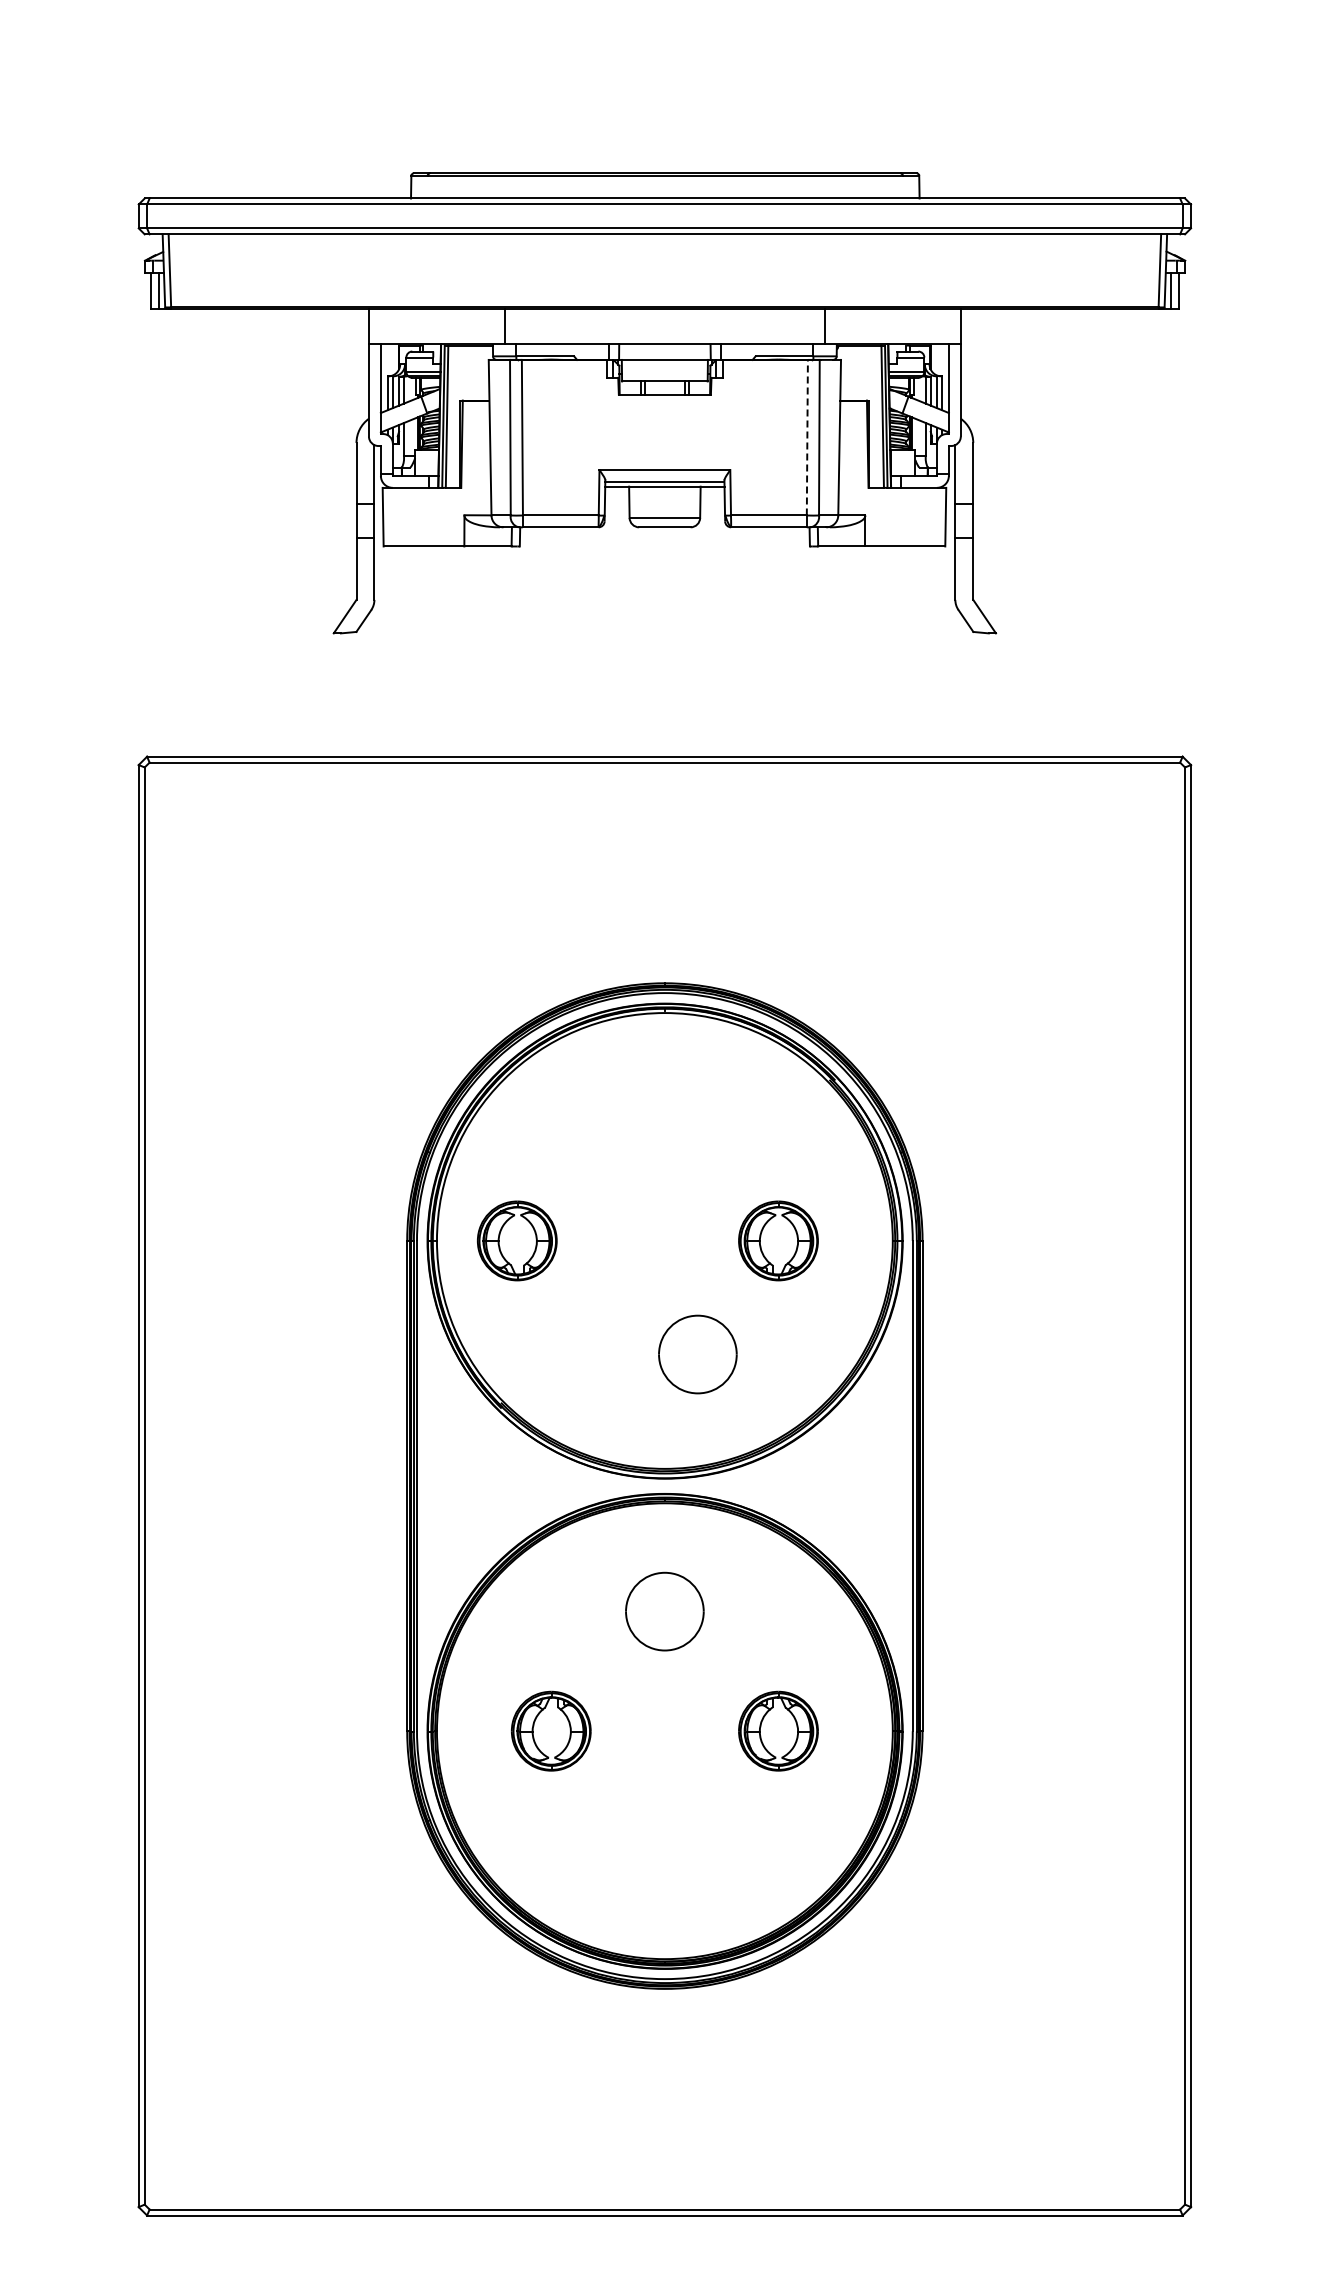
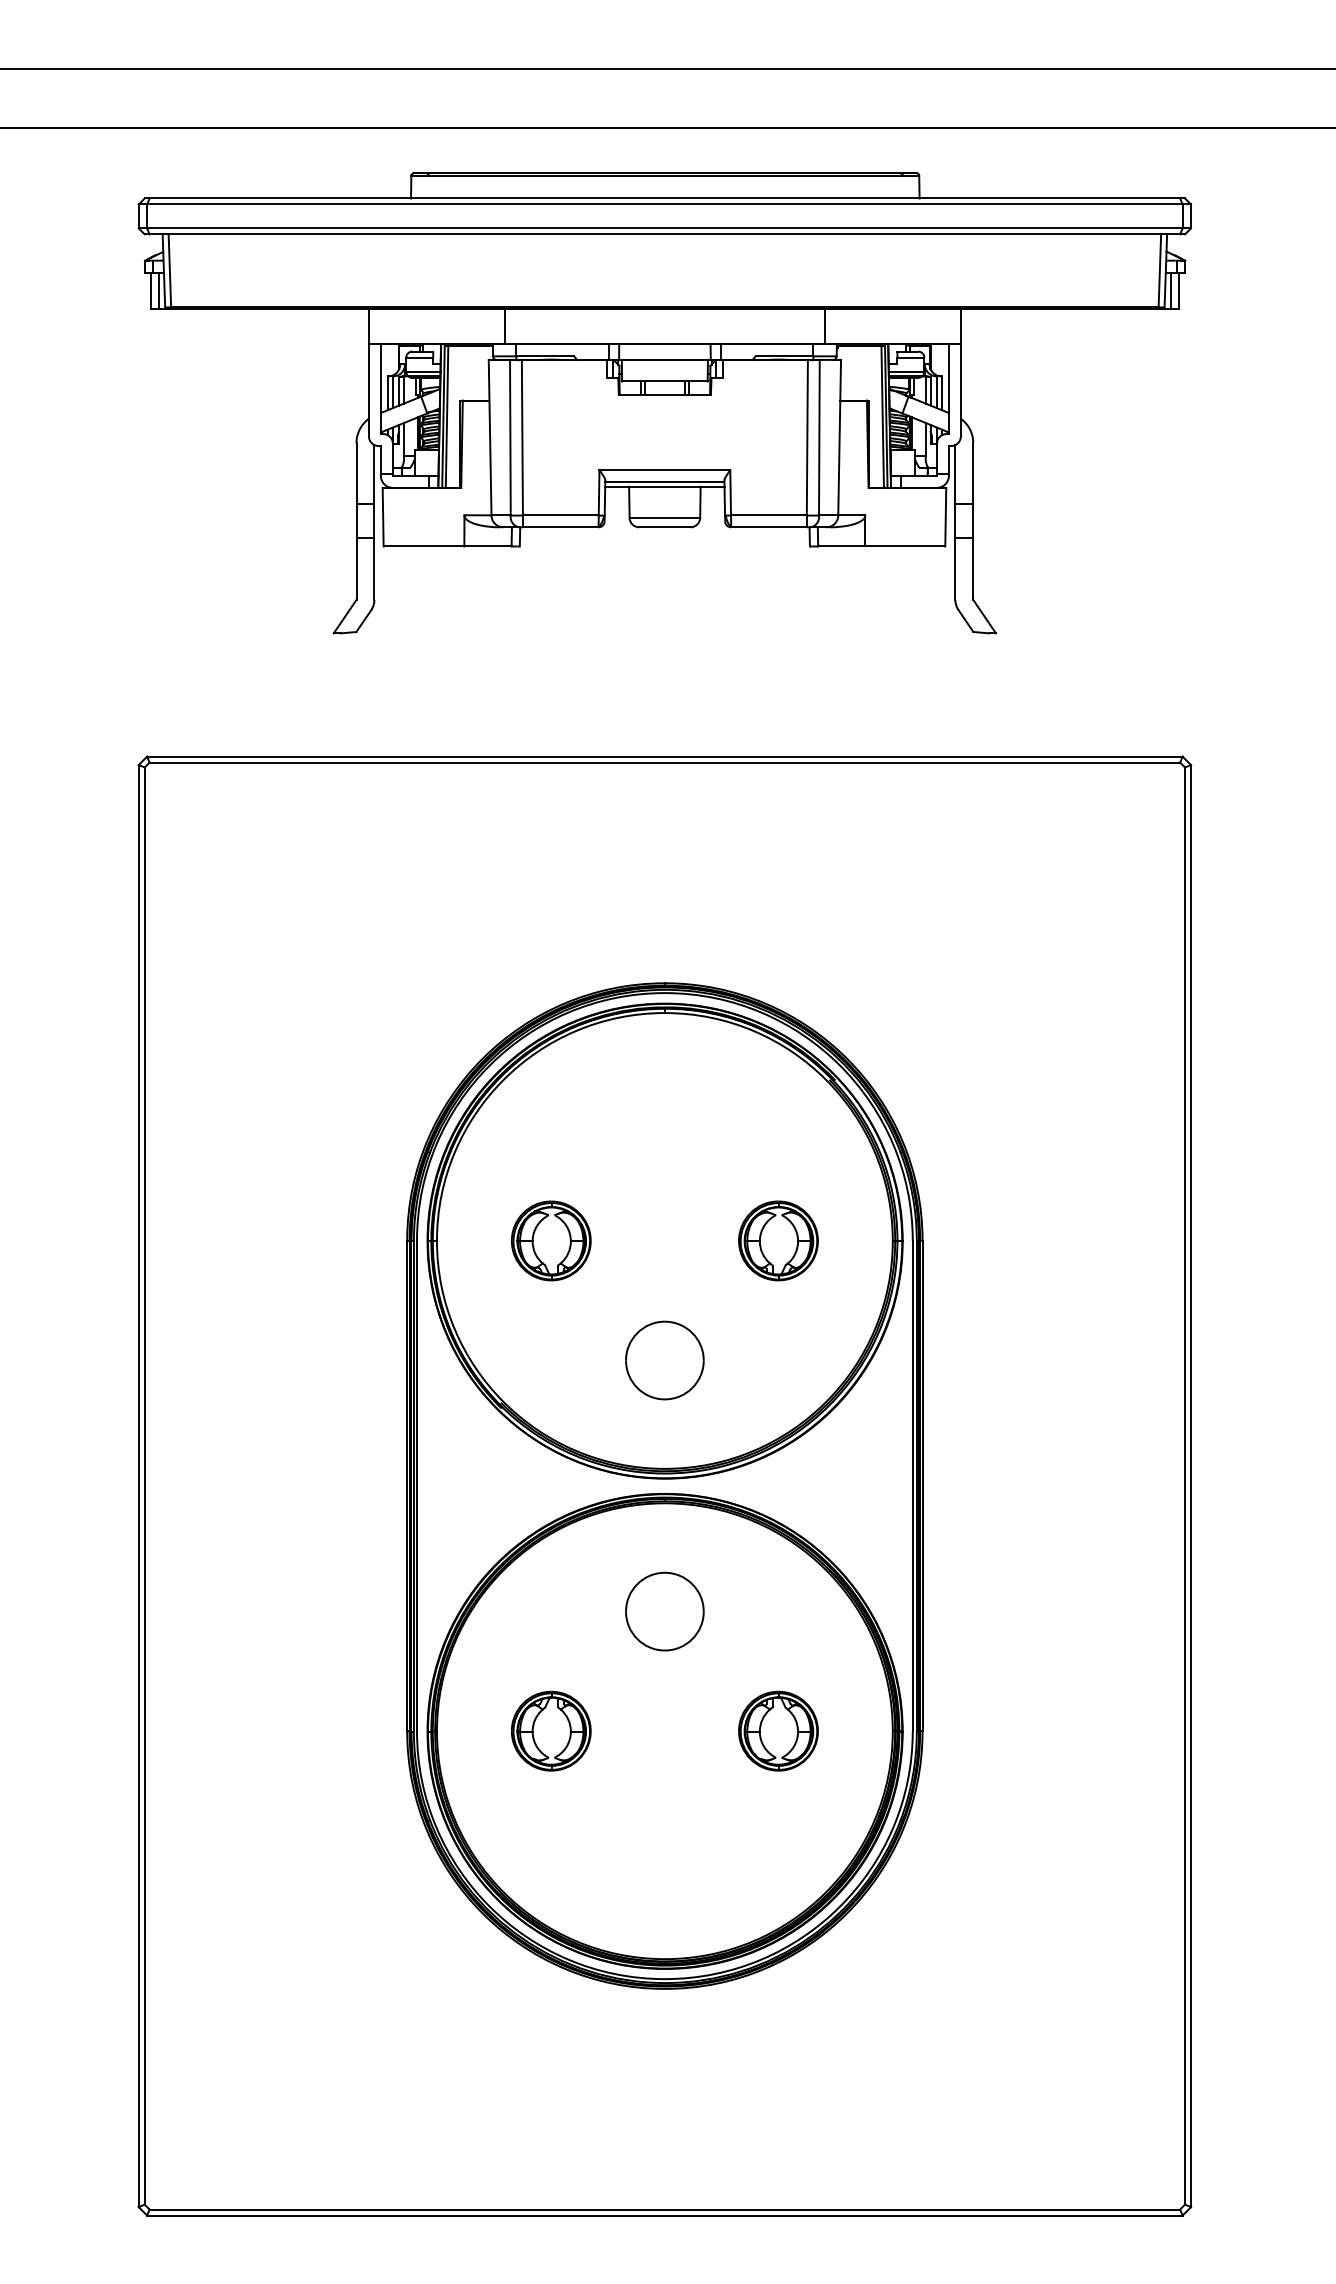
line at (667, 68): none -> present
line at (667, 128): none -> present
line at (807, 437): dashed -> solid
part at (517, 1240) position: (517, 1240) -> (551, 1240)
part at (697, 1354) position: (697, 1354) -> (664, 1360)
